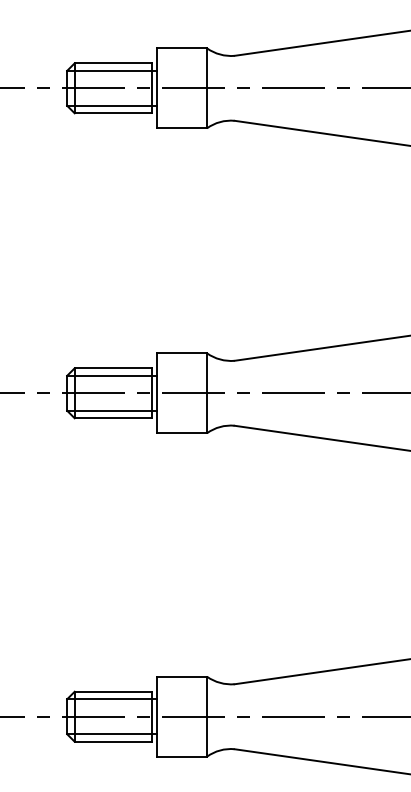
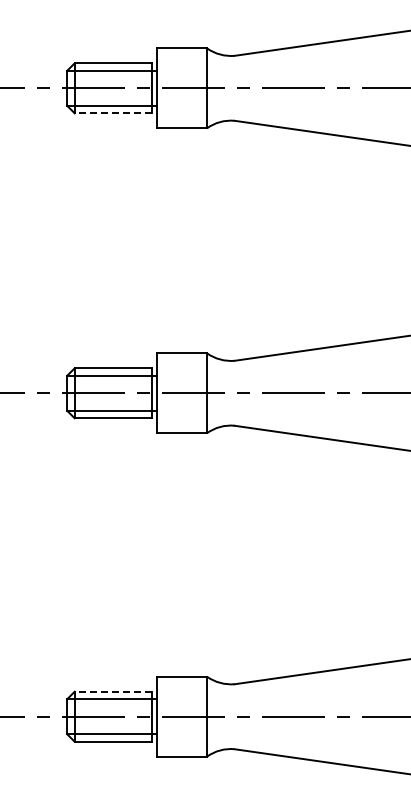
line at (113, 113): solid -> dashed
line at (113, 691): solid -> dashed
